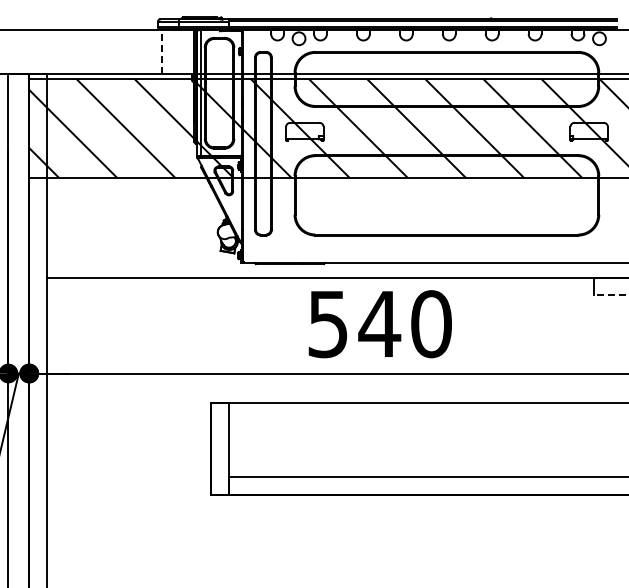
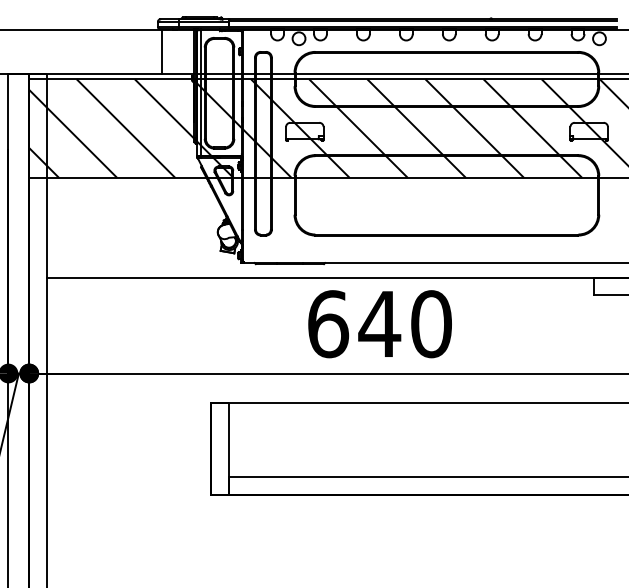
line at (161, 51): dashed -> solid
line at (610, 295): dashed -> solid
text at (328, 324): 540 -> 640
